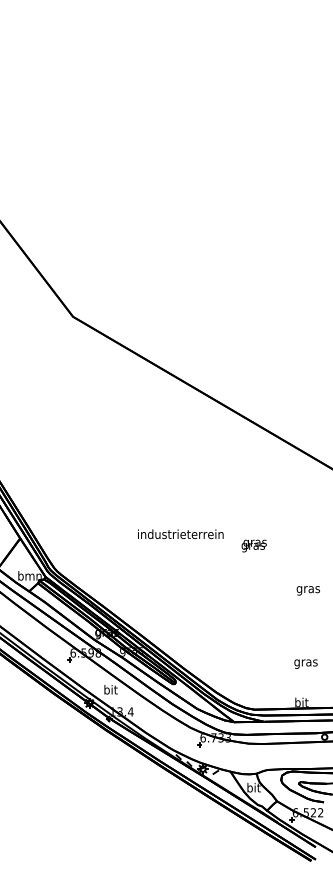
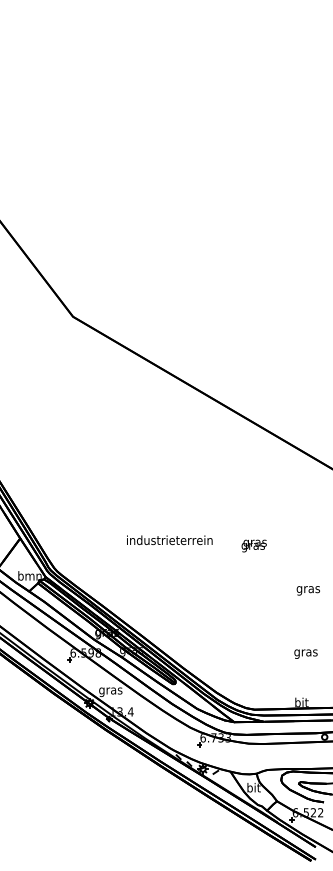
text at (180, 534) position: (180, 534) -> (169, 540)
text at (305, 663) position: (305, 663) -> (305, 653)
text at (110, 690): bit -> gras
